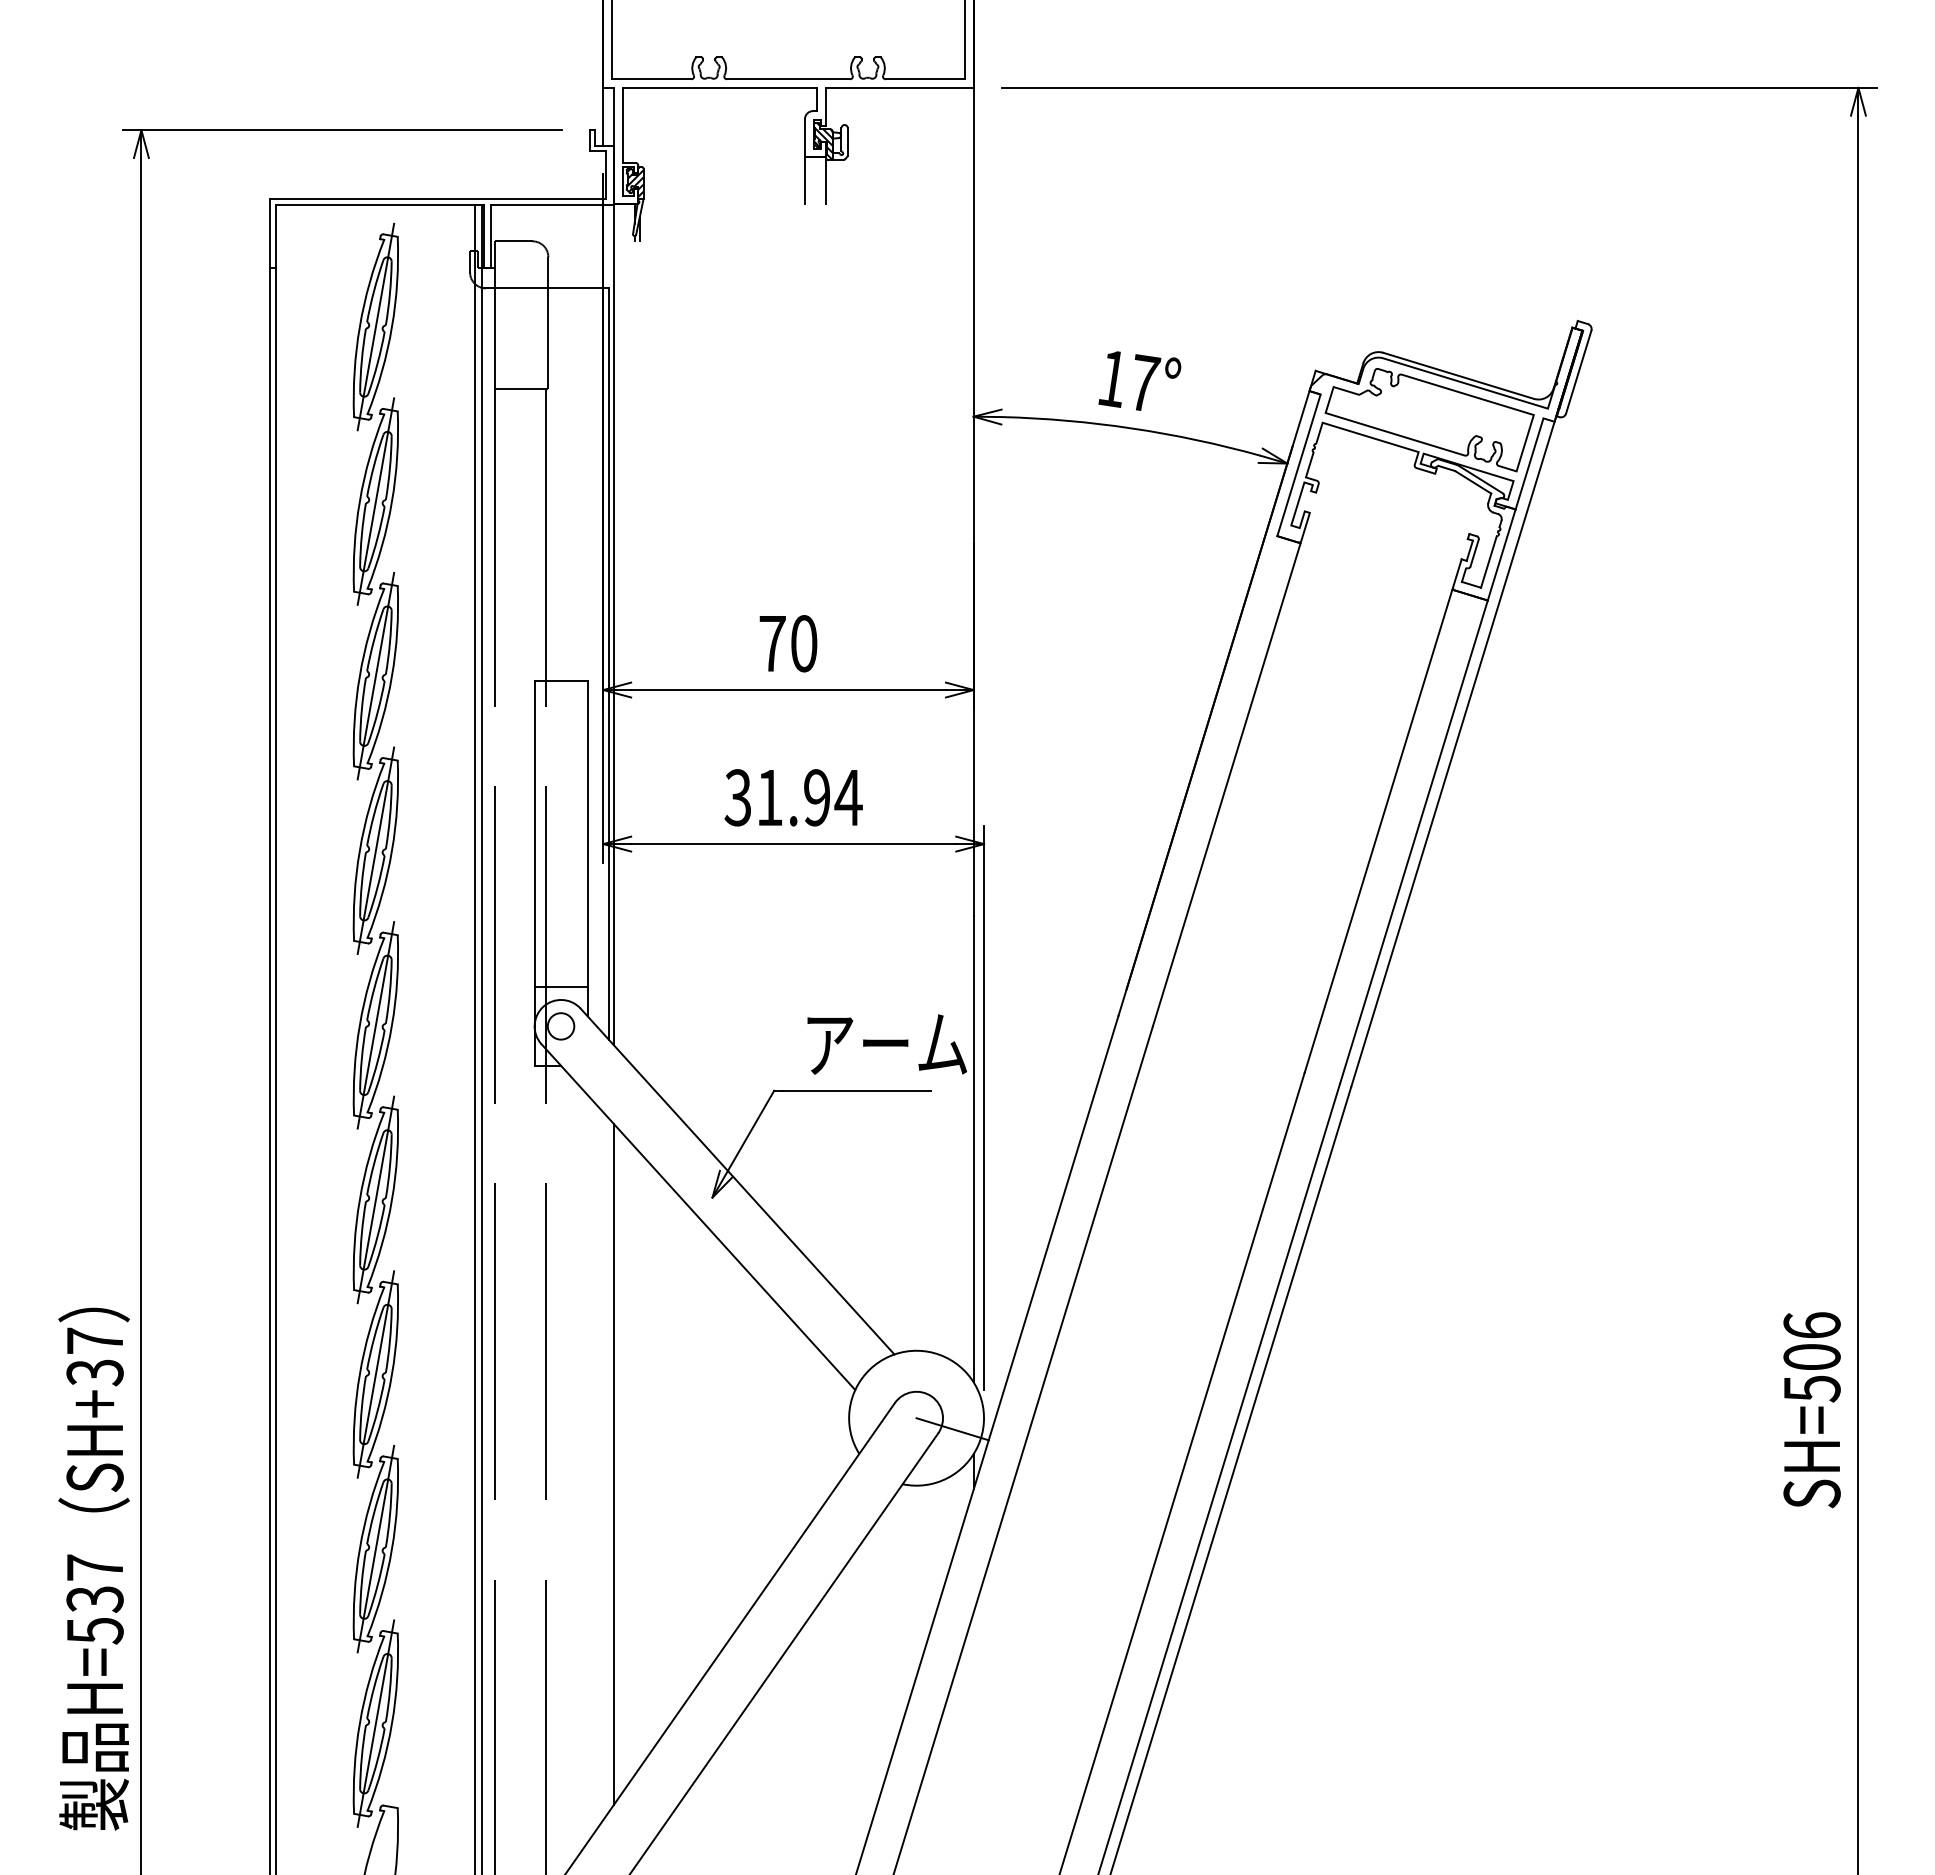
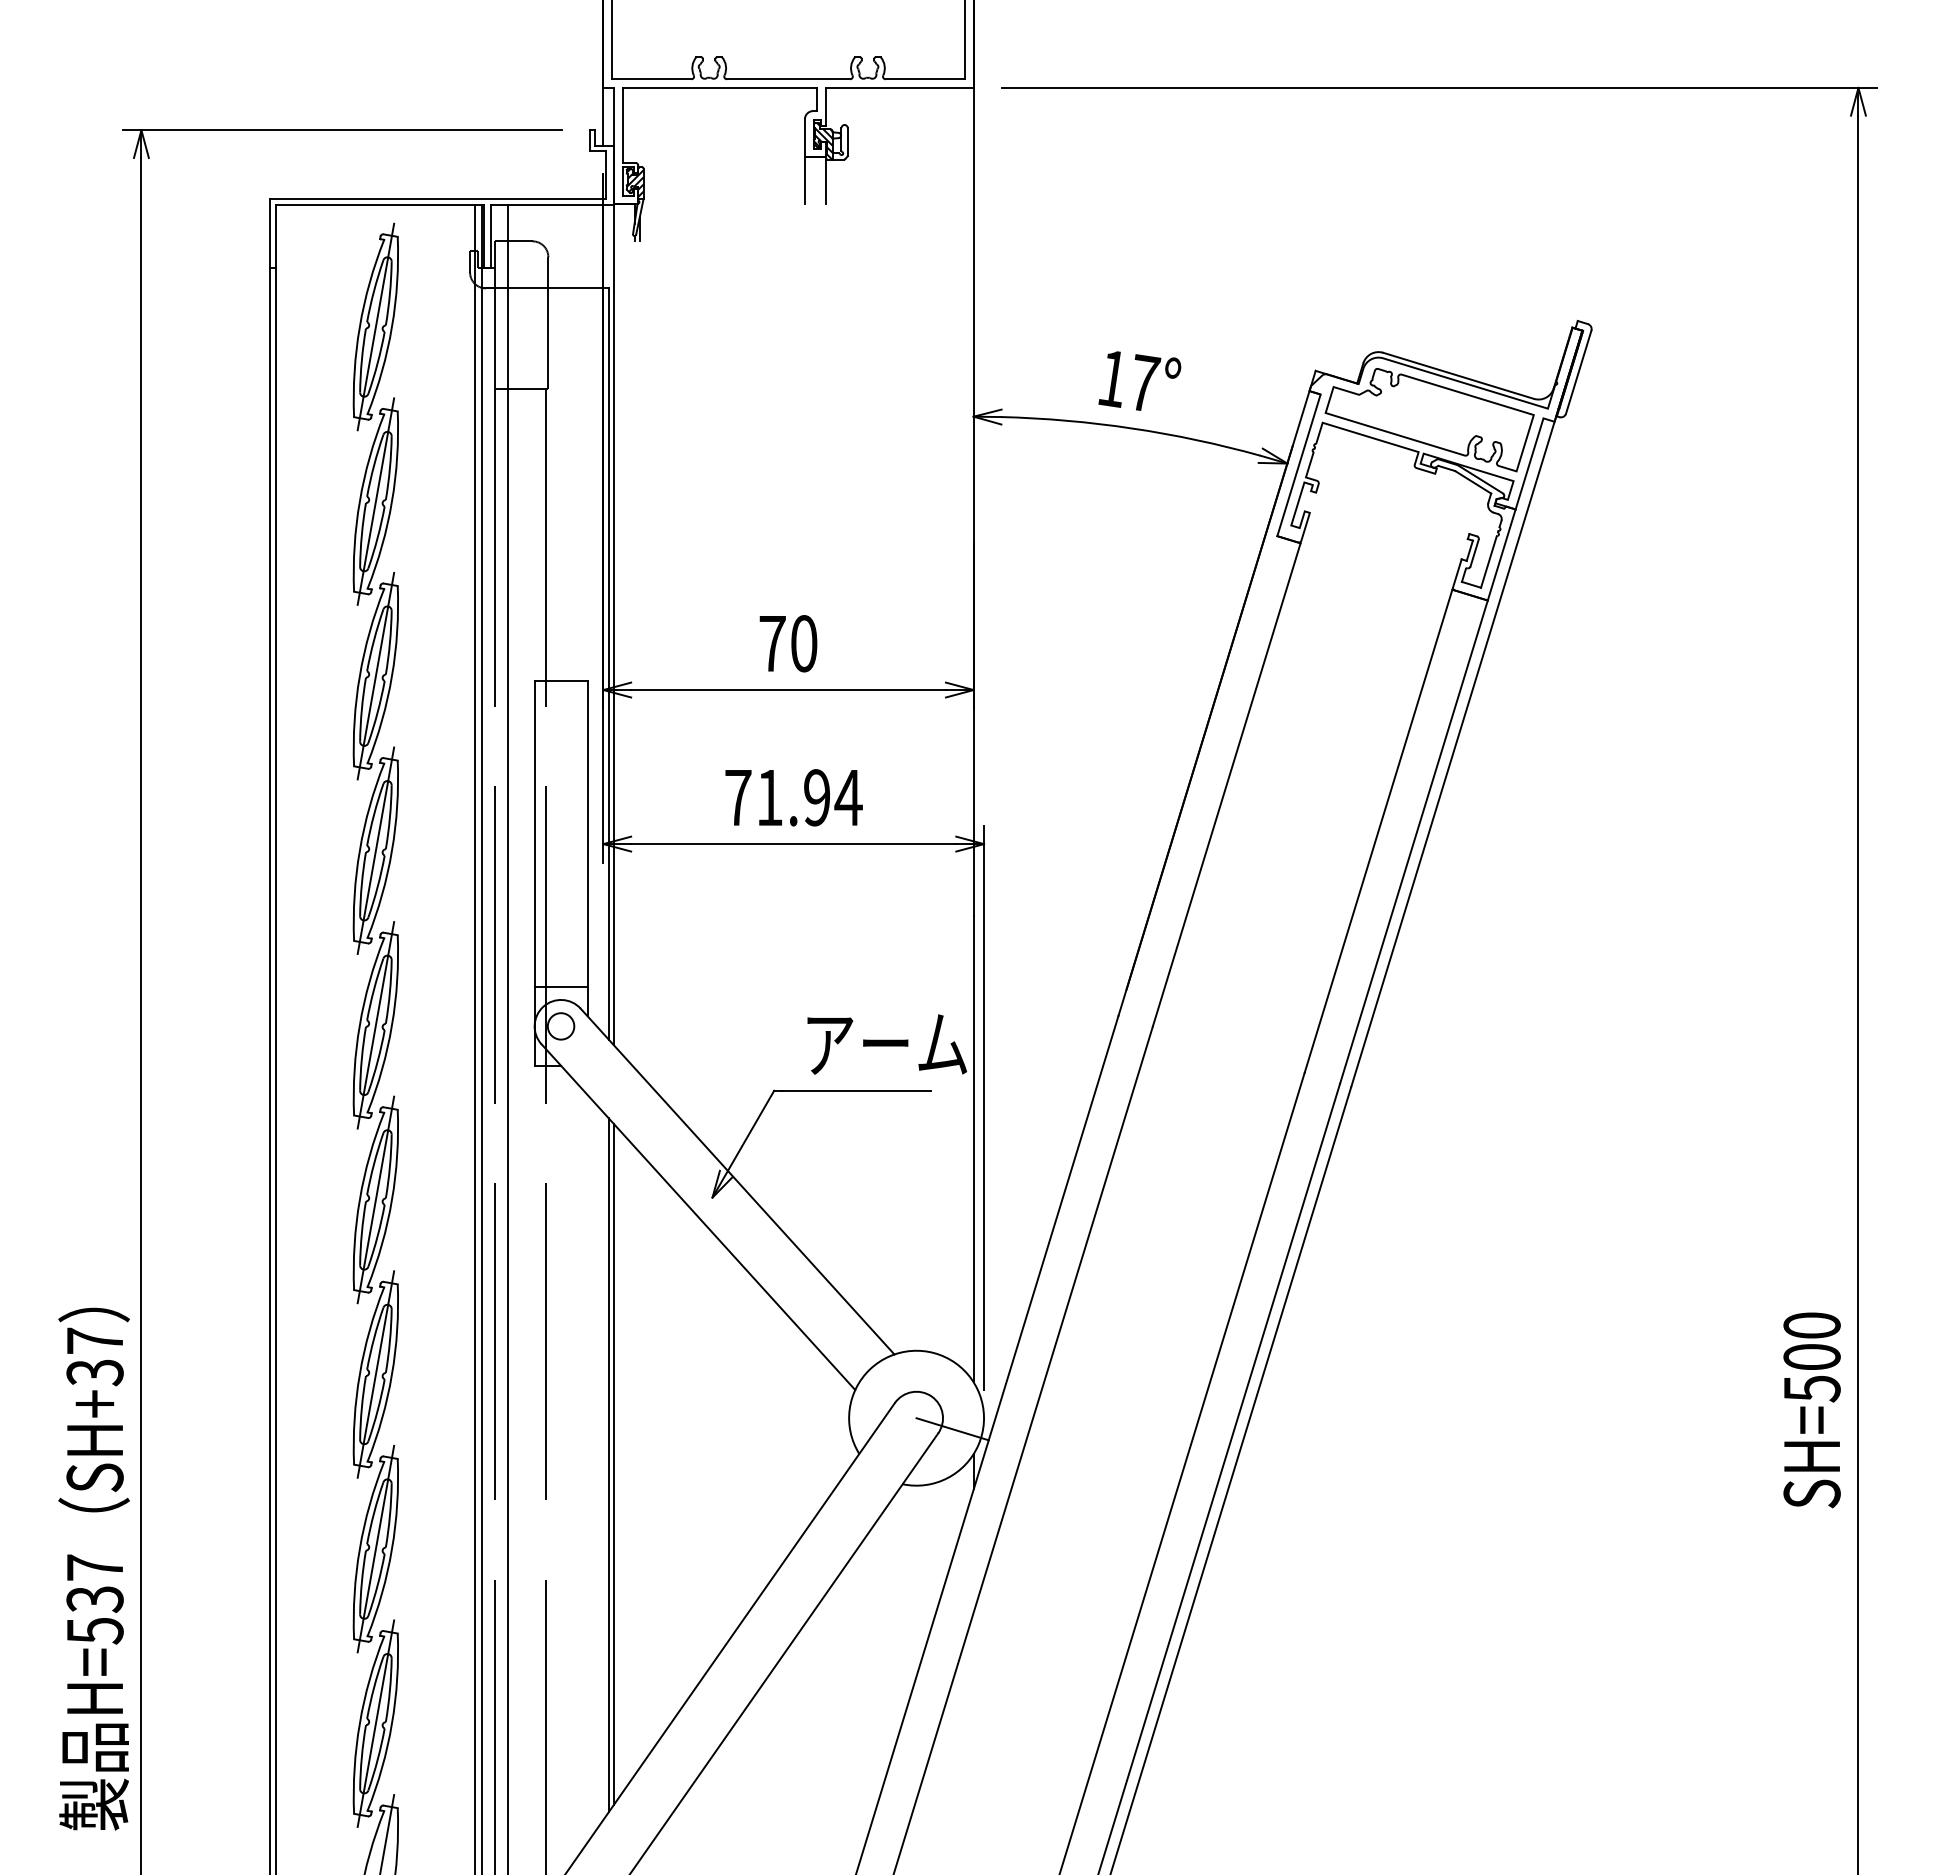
text at (737, 797): 31.94 -> 71.94
line at (508, 1038): none -> present
text at (1811, 1325): SH=506 -> SH=500
line at (608, 1465): none -> present
line at (387, 1832): none -> present
